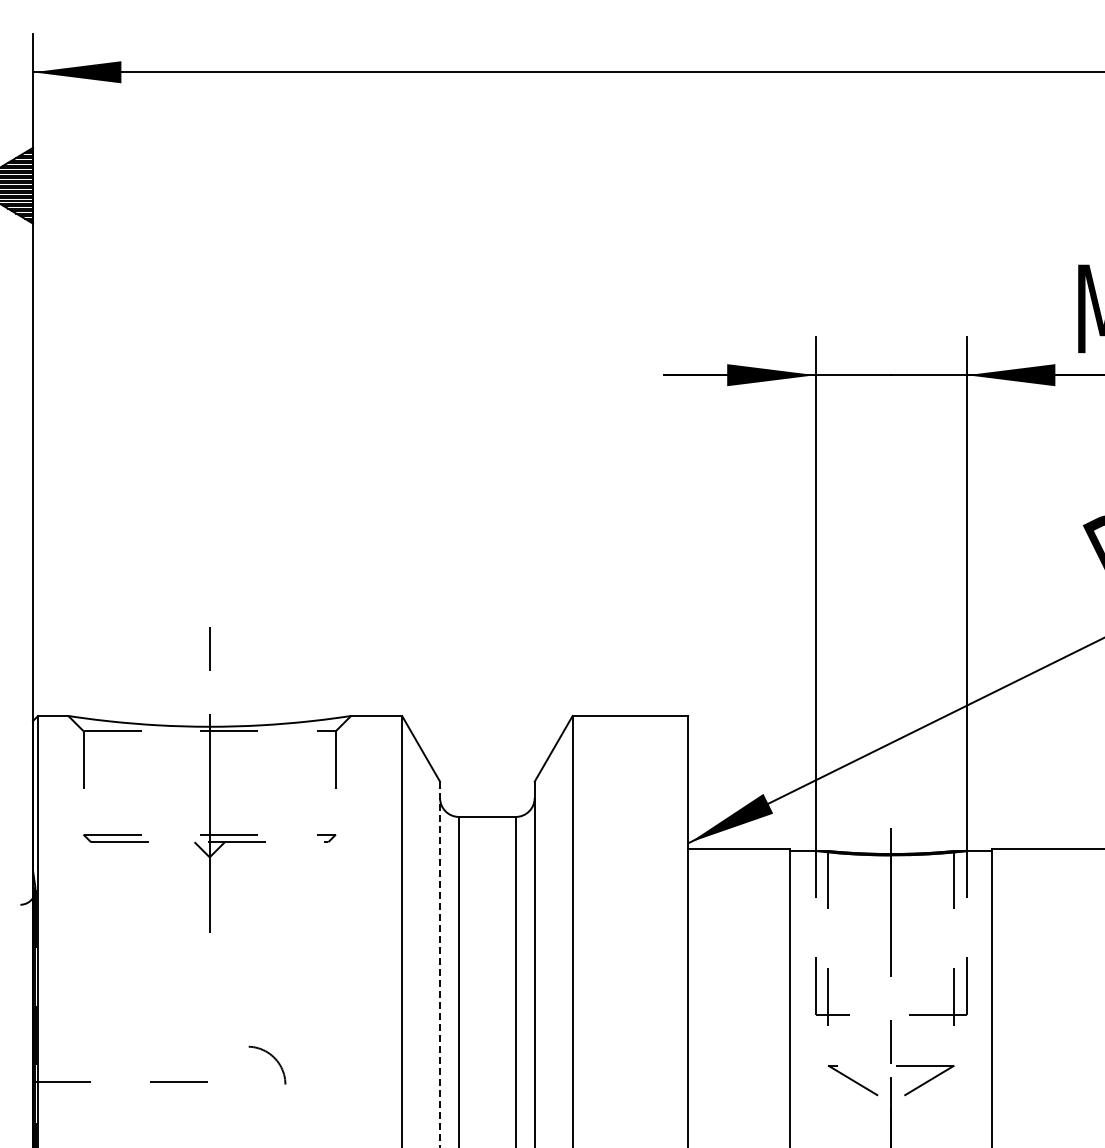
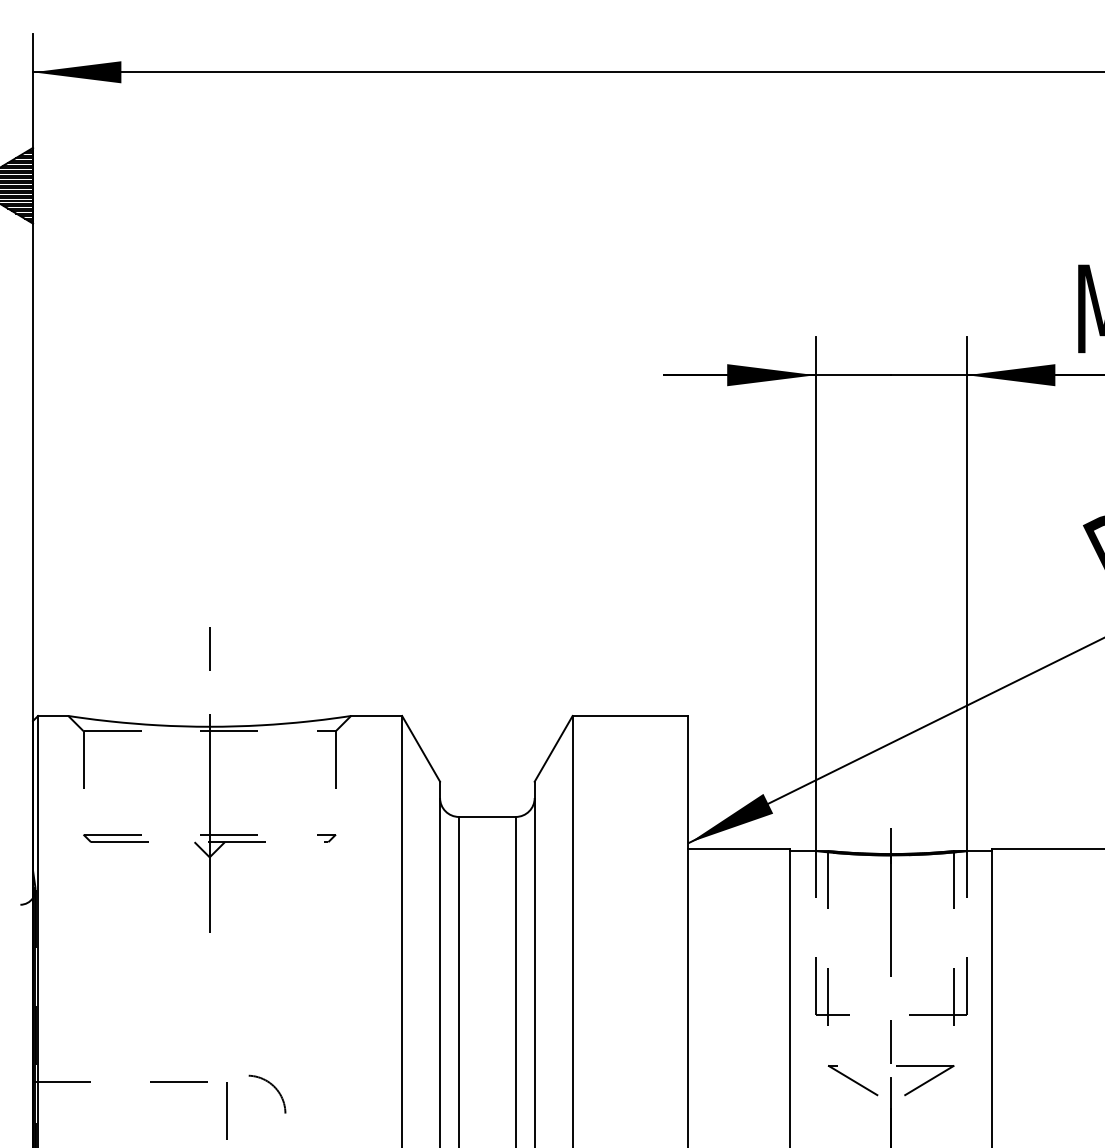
line at (440, 964): dashed -> solid
arc at (273, 1058) position: (273, 1058) -> (273, 1087)
line at (226, 1113): none -> present
